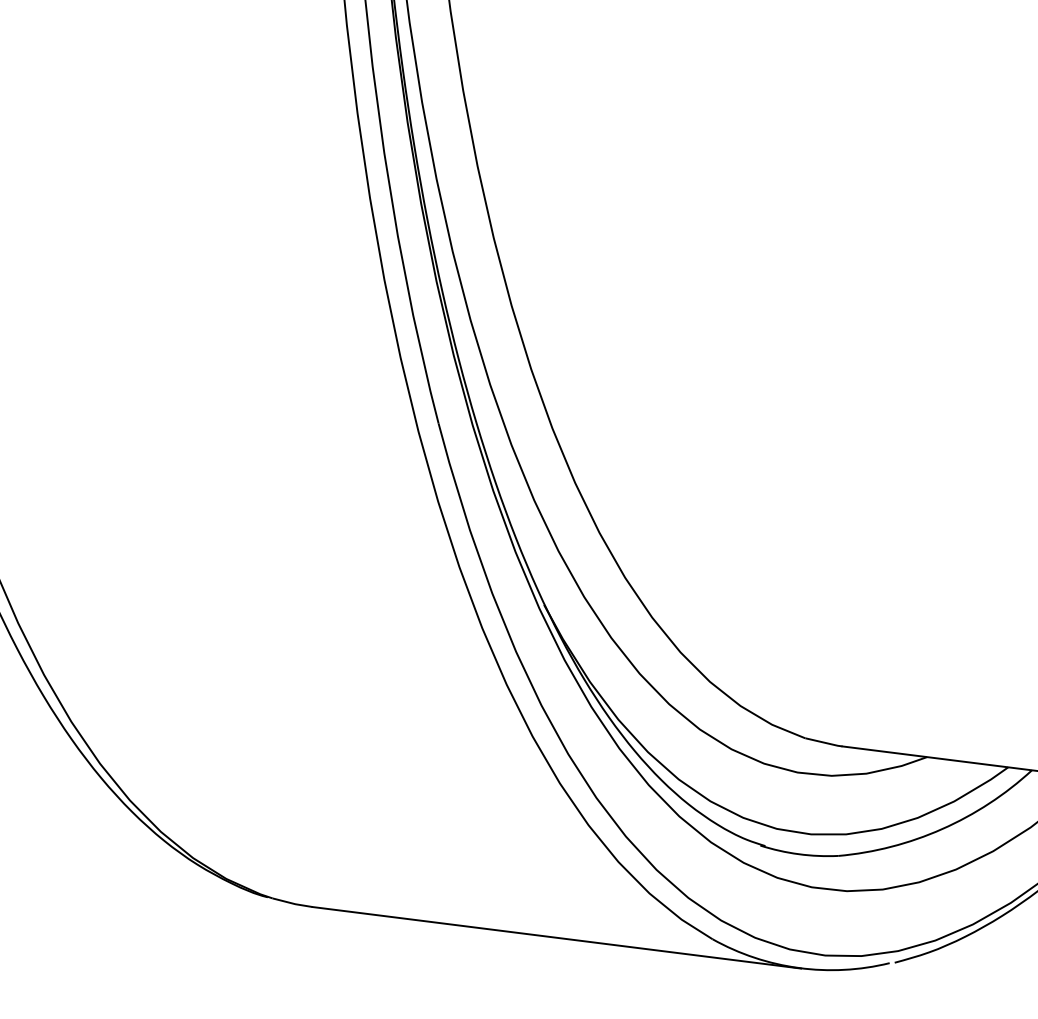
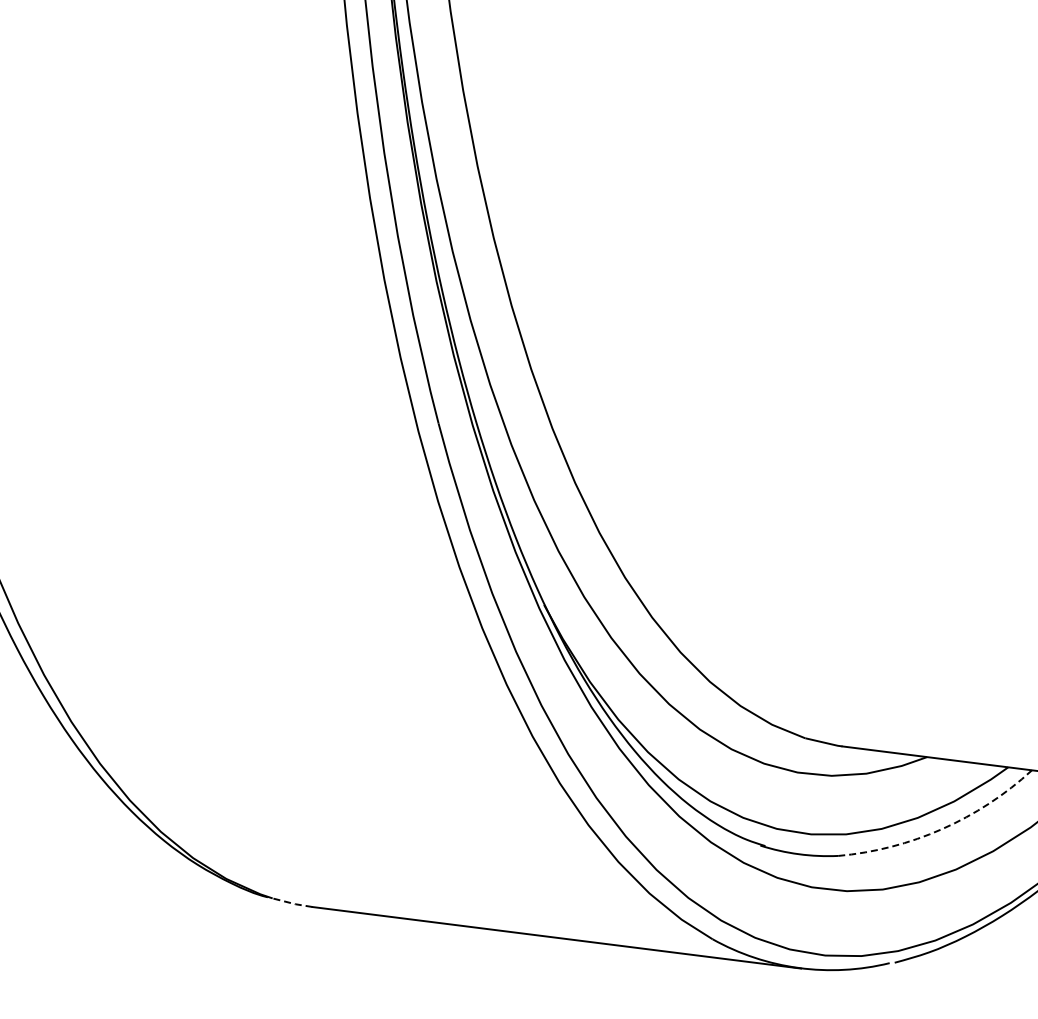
arc at (942, 829): solid -> dashed
line at (292, 903): solid -> dashed
